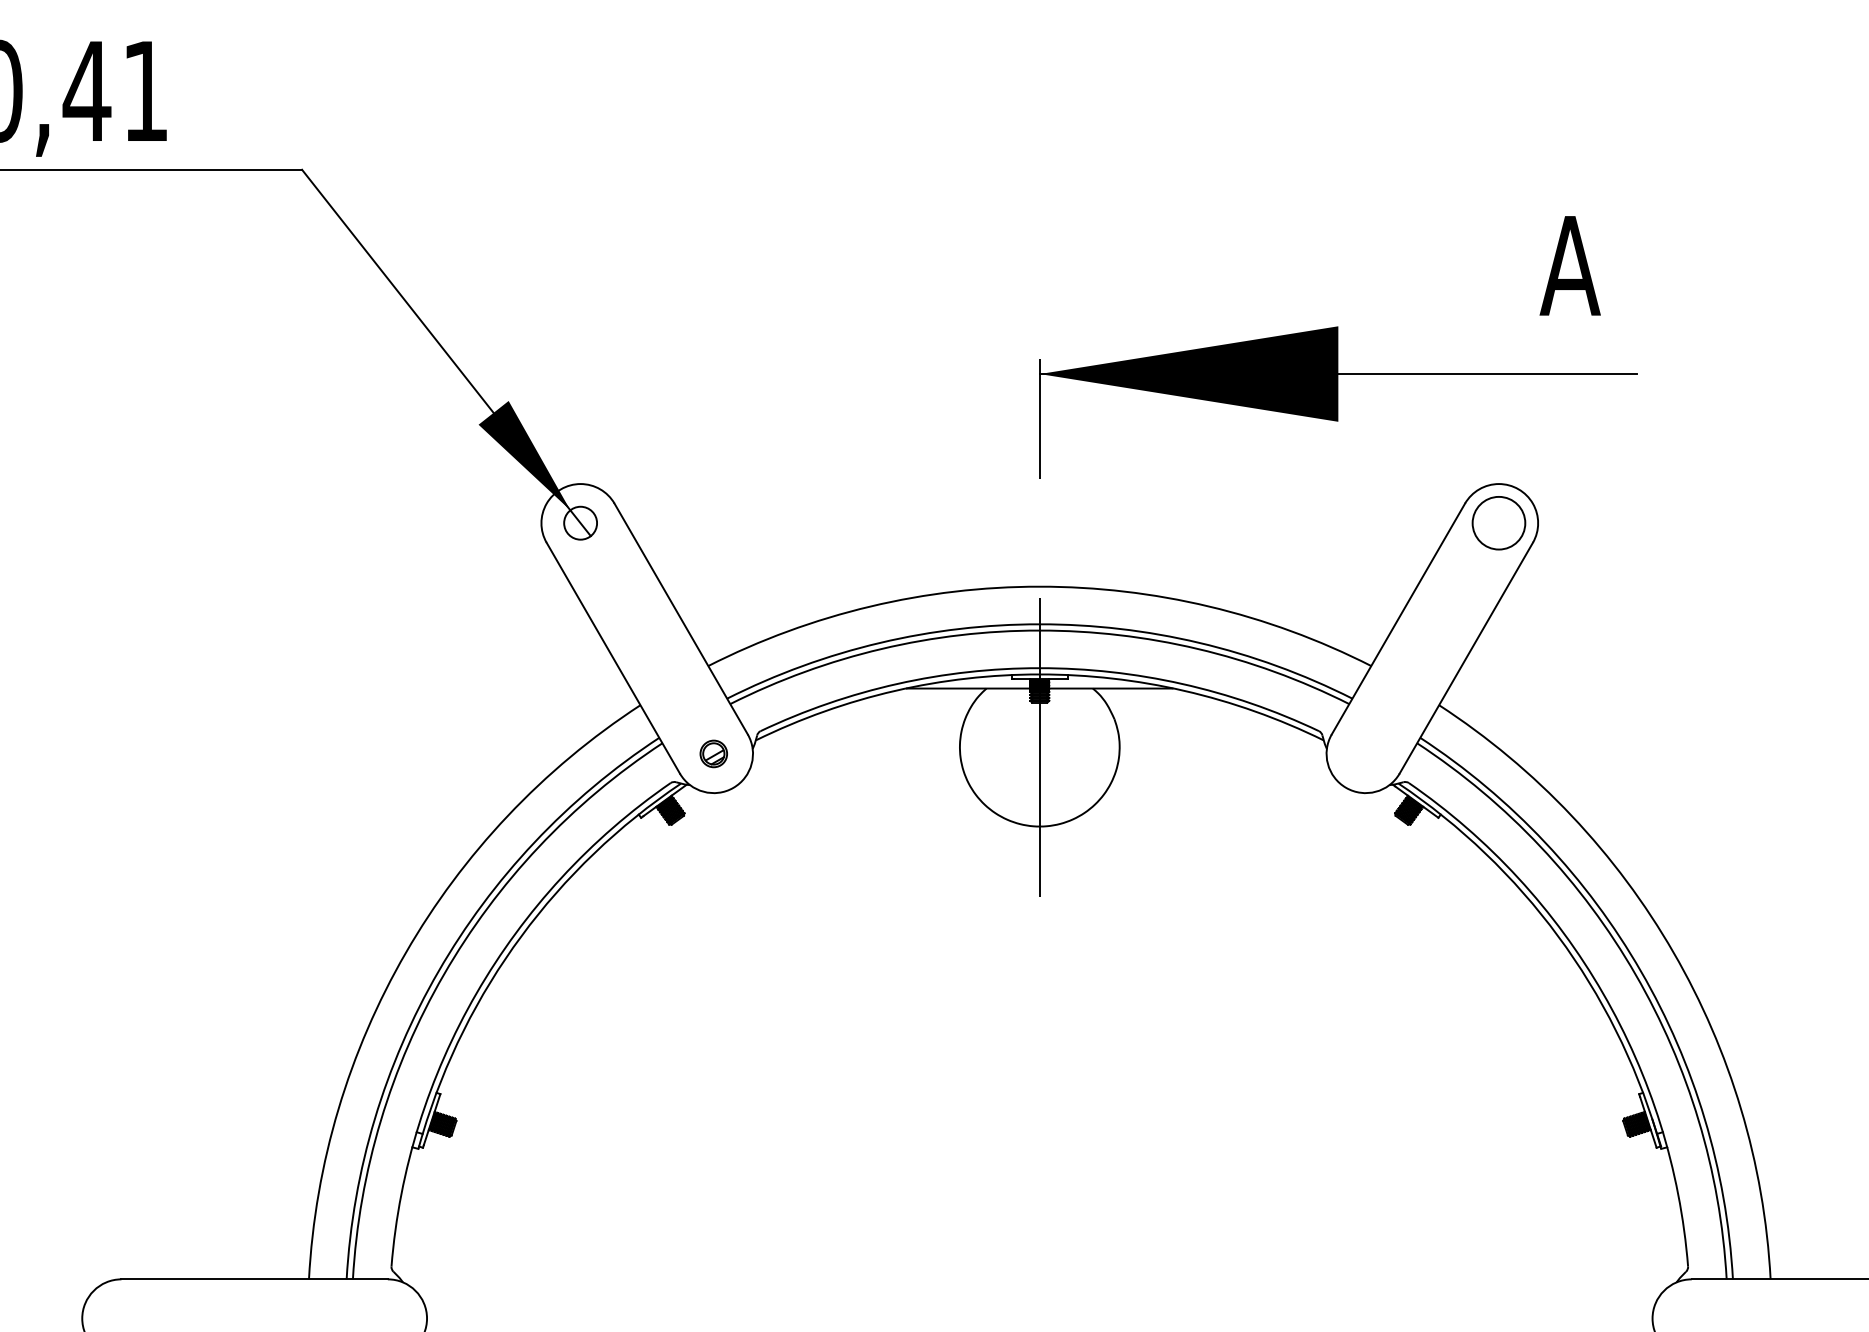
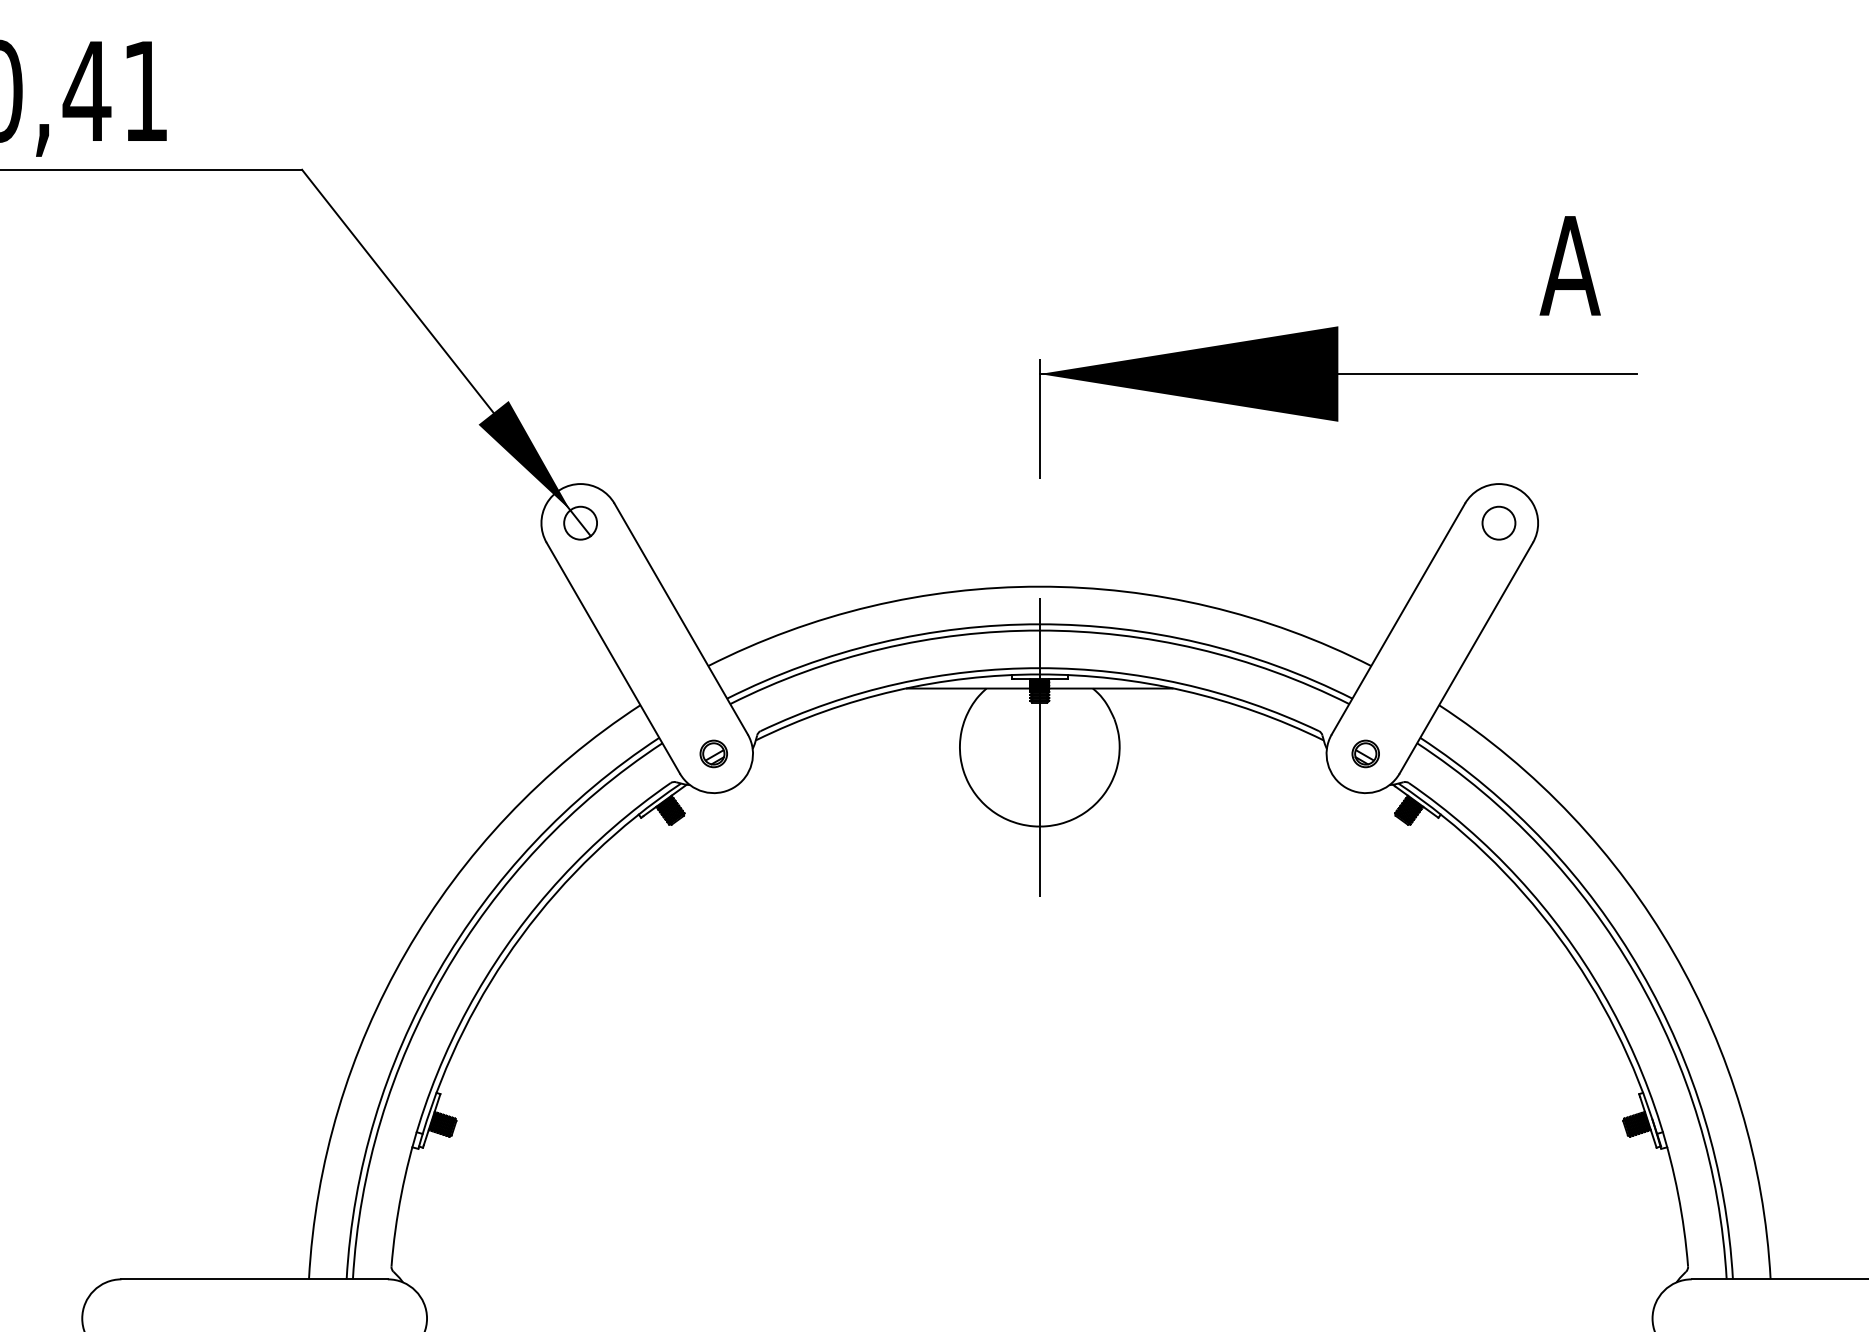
circle at (1498, 522) diameter: 53 px -> 33 px
part at (1365, 753): none -> present
